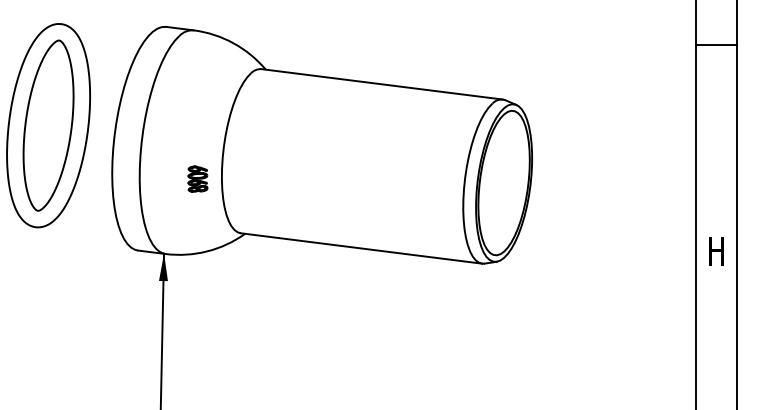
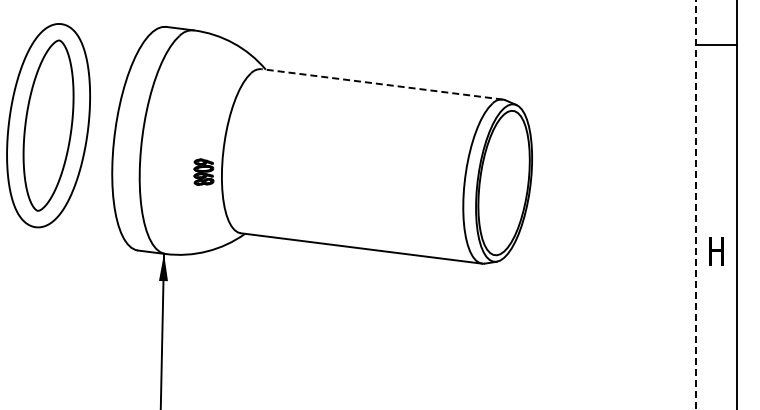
line at (382, 84): solid -> dashed
part at (197, 178) position: (197, 178) -> (203, 171)
line at (695, 205): solid -> dashed
